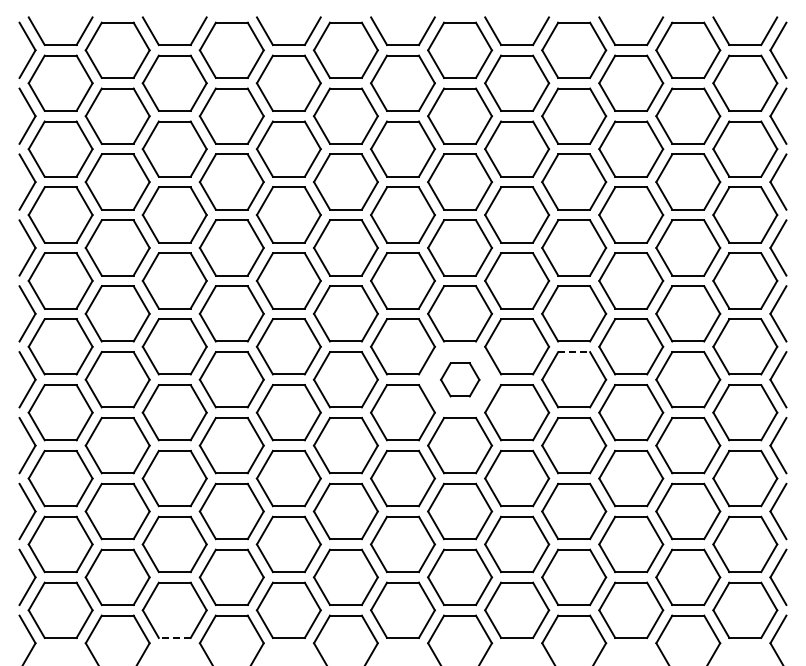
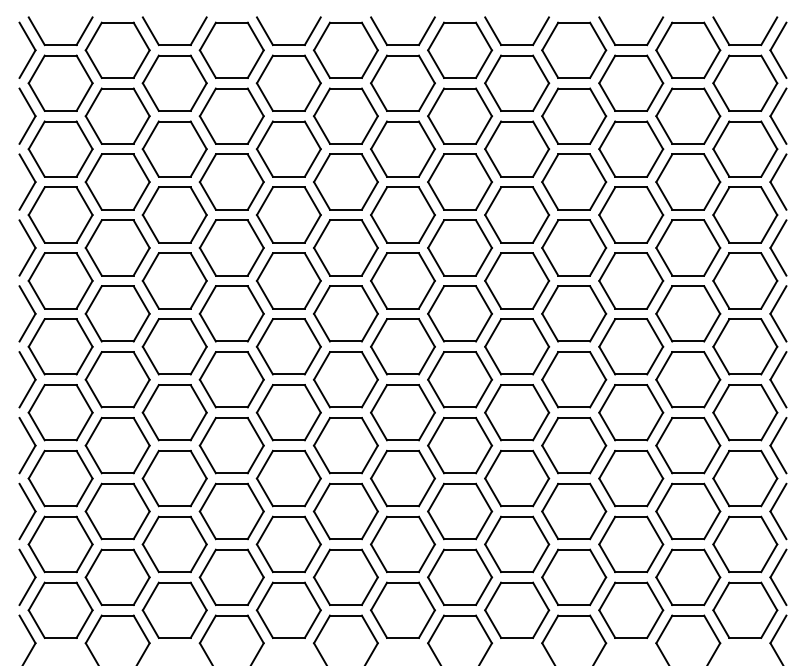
line at (574, 352): dashed -> solid
part at (460, 379) size: 41x36 px -> 67x58 px
line at (174, 637): dashed -> solid
